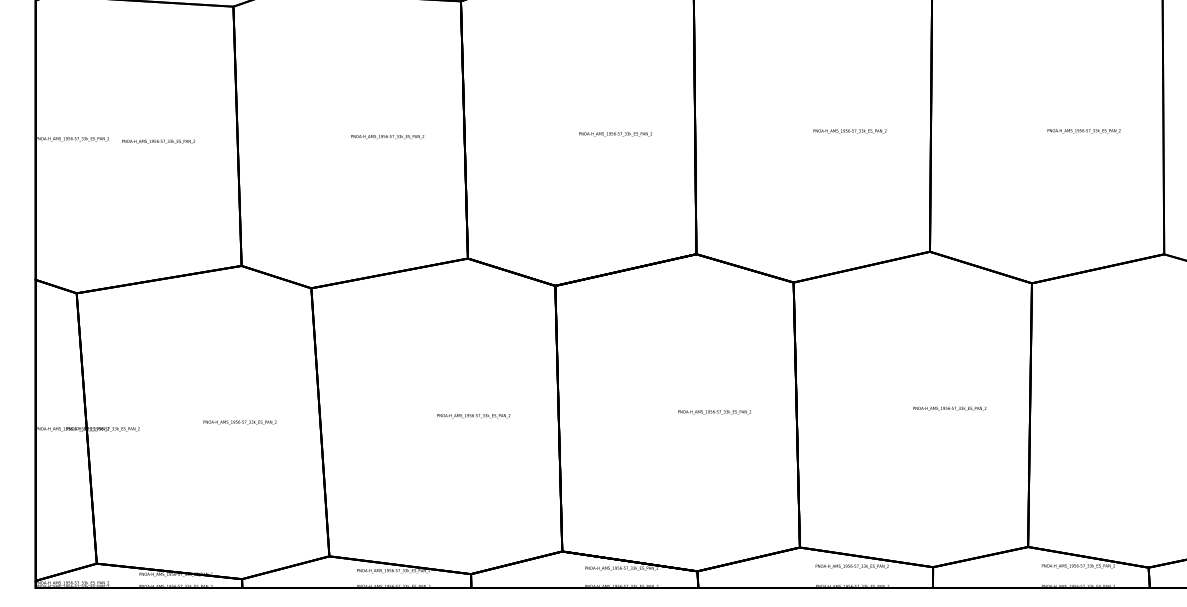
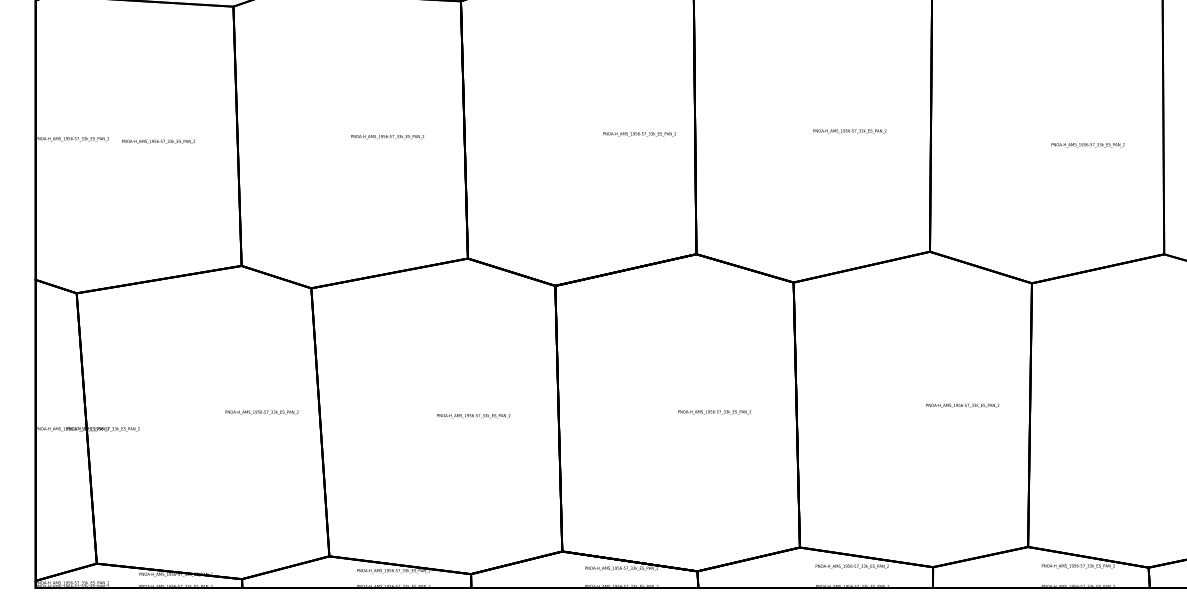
text at (1083, 131) position: (1083, 131) -> (1087, 145)
text at (615, 134) position: (615, 134) -> (639, 134)
text at (949, 408) position: (949, 408) -> (962, 405)
text at (239, 422) position: (239, 422) -> (261, 412)
